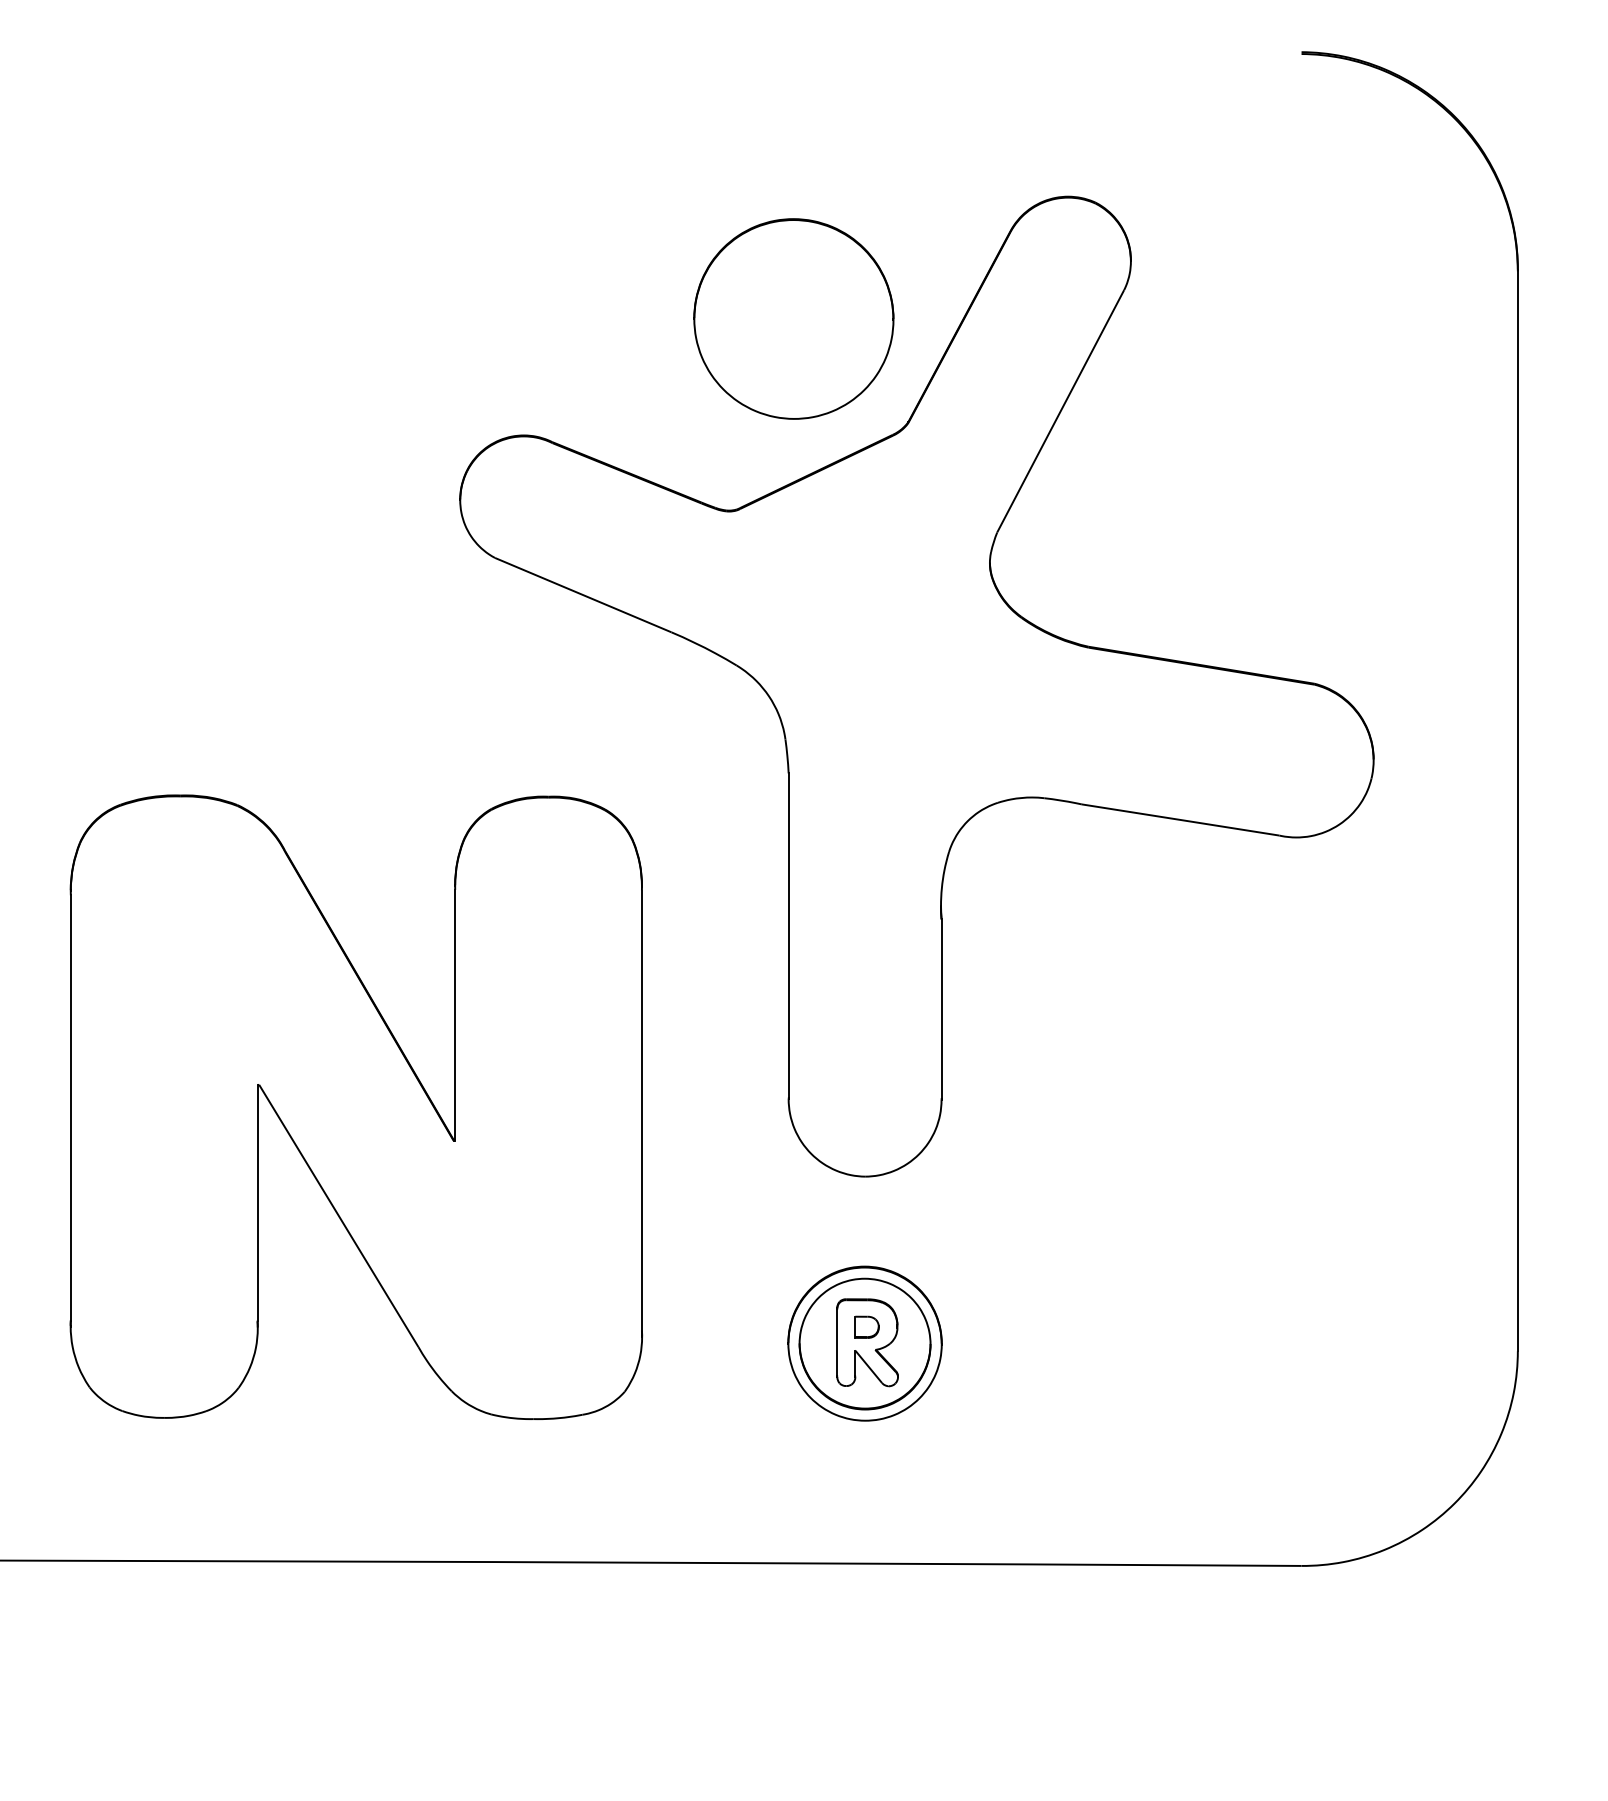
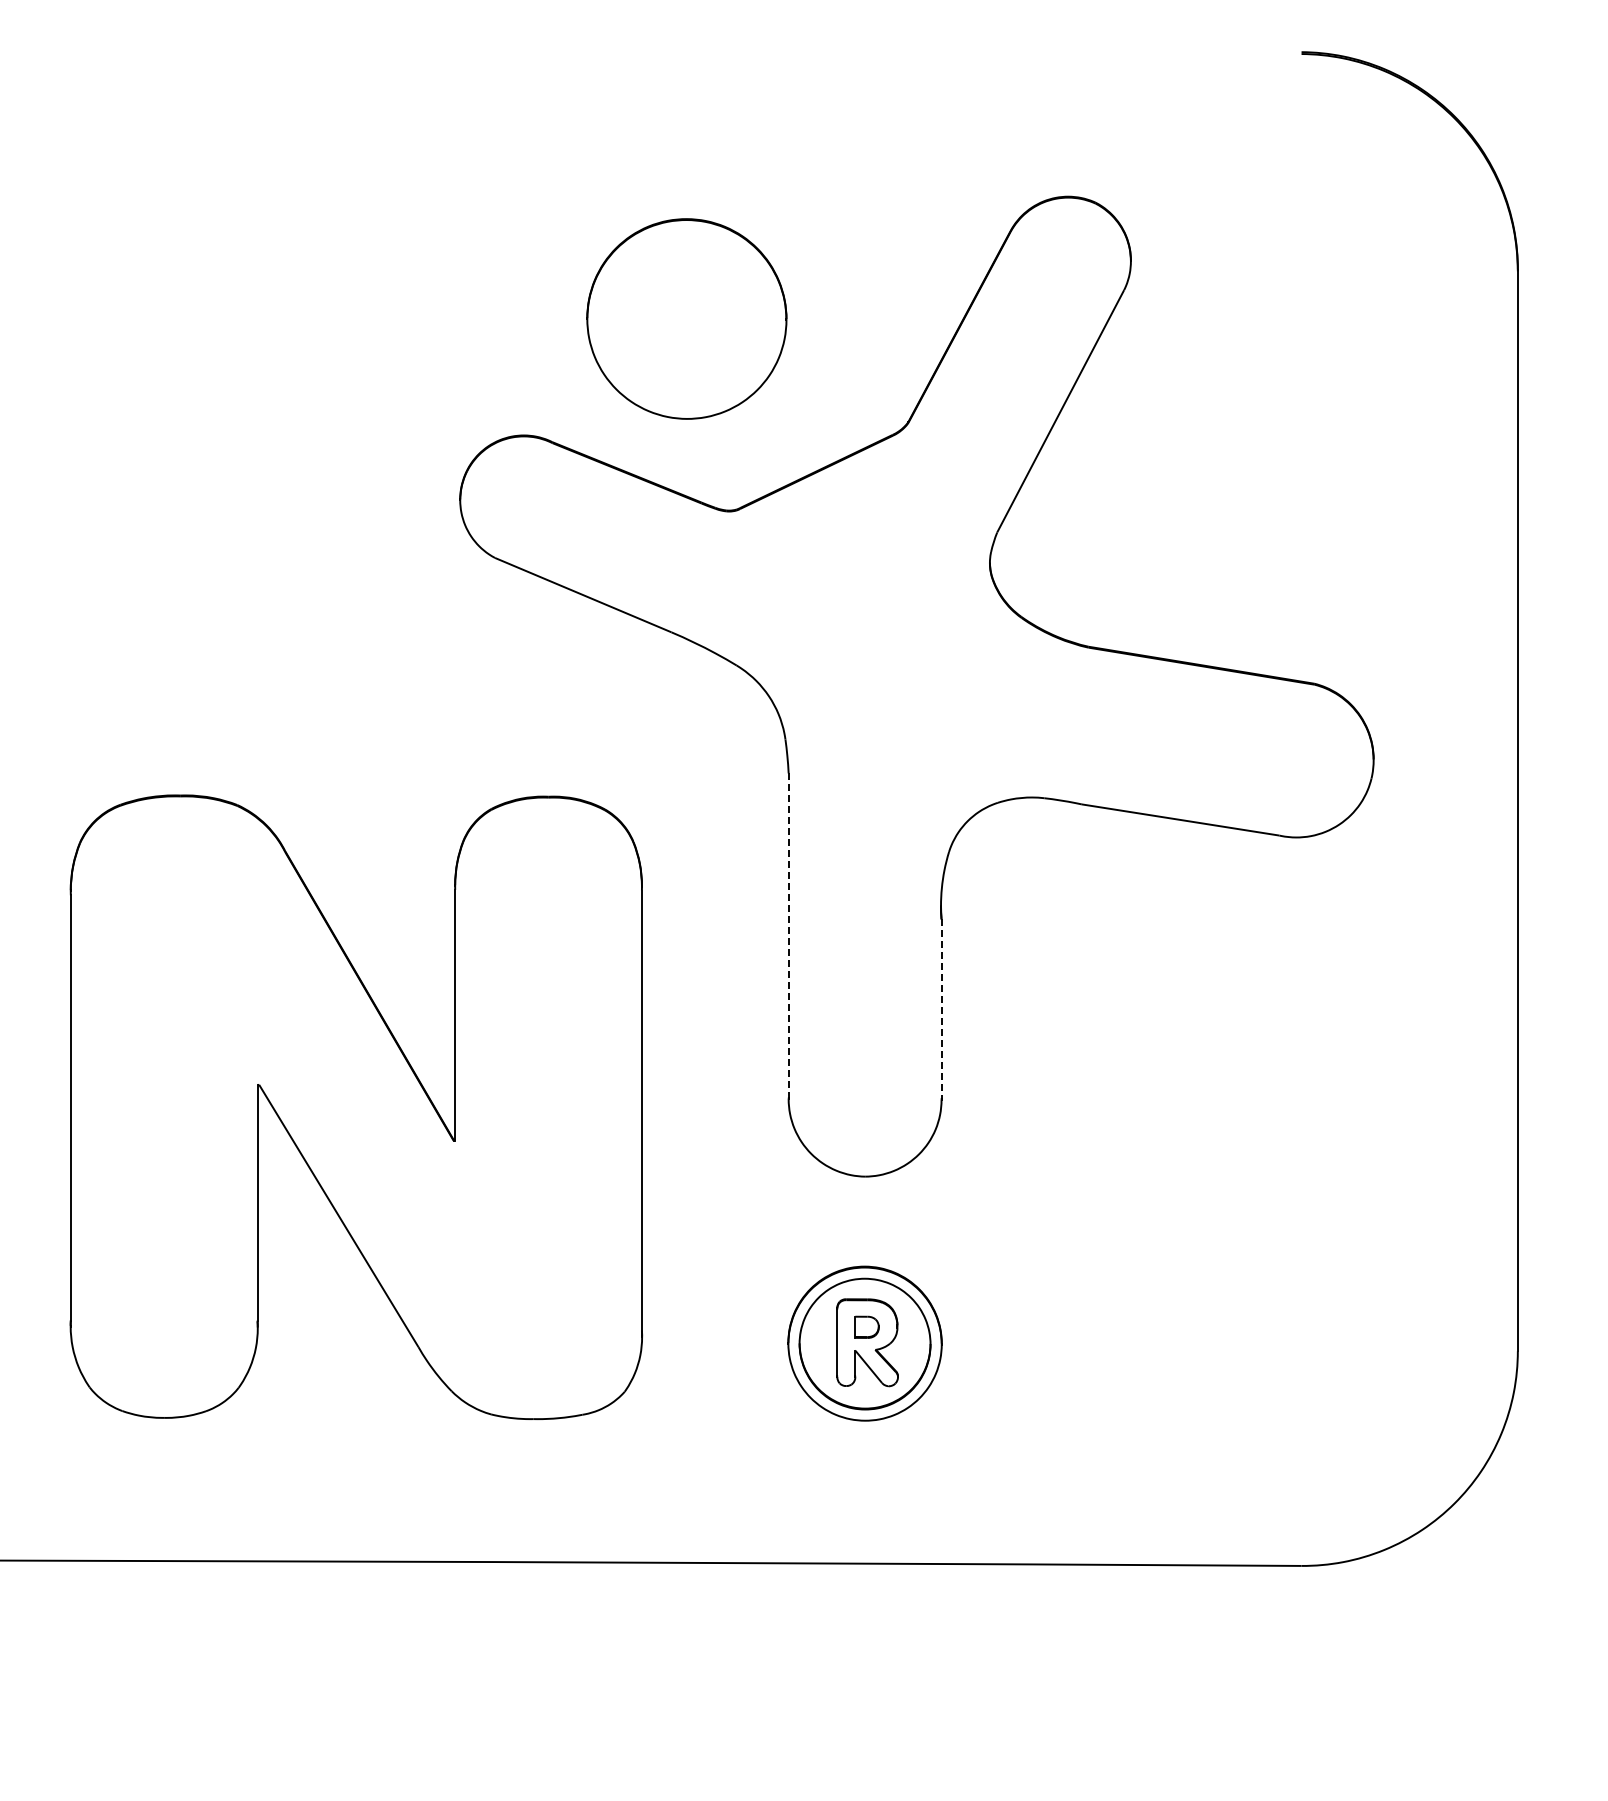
part at (793, 318) position: (793, 318) -> (686, 318)
line at (788, 936): solid -> dashed
line at (941, 1009): solid -> dashed
